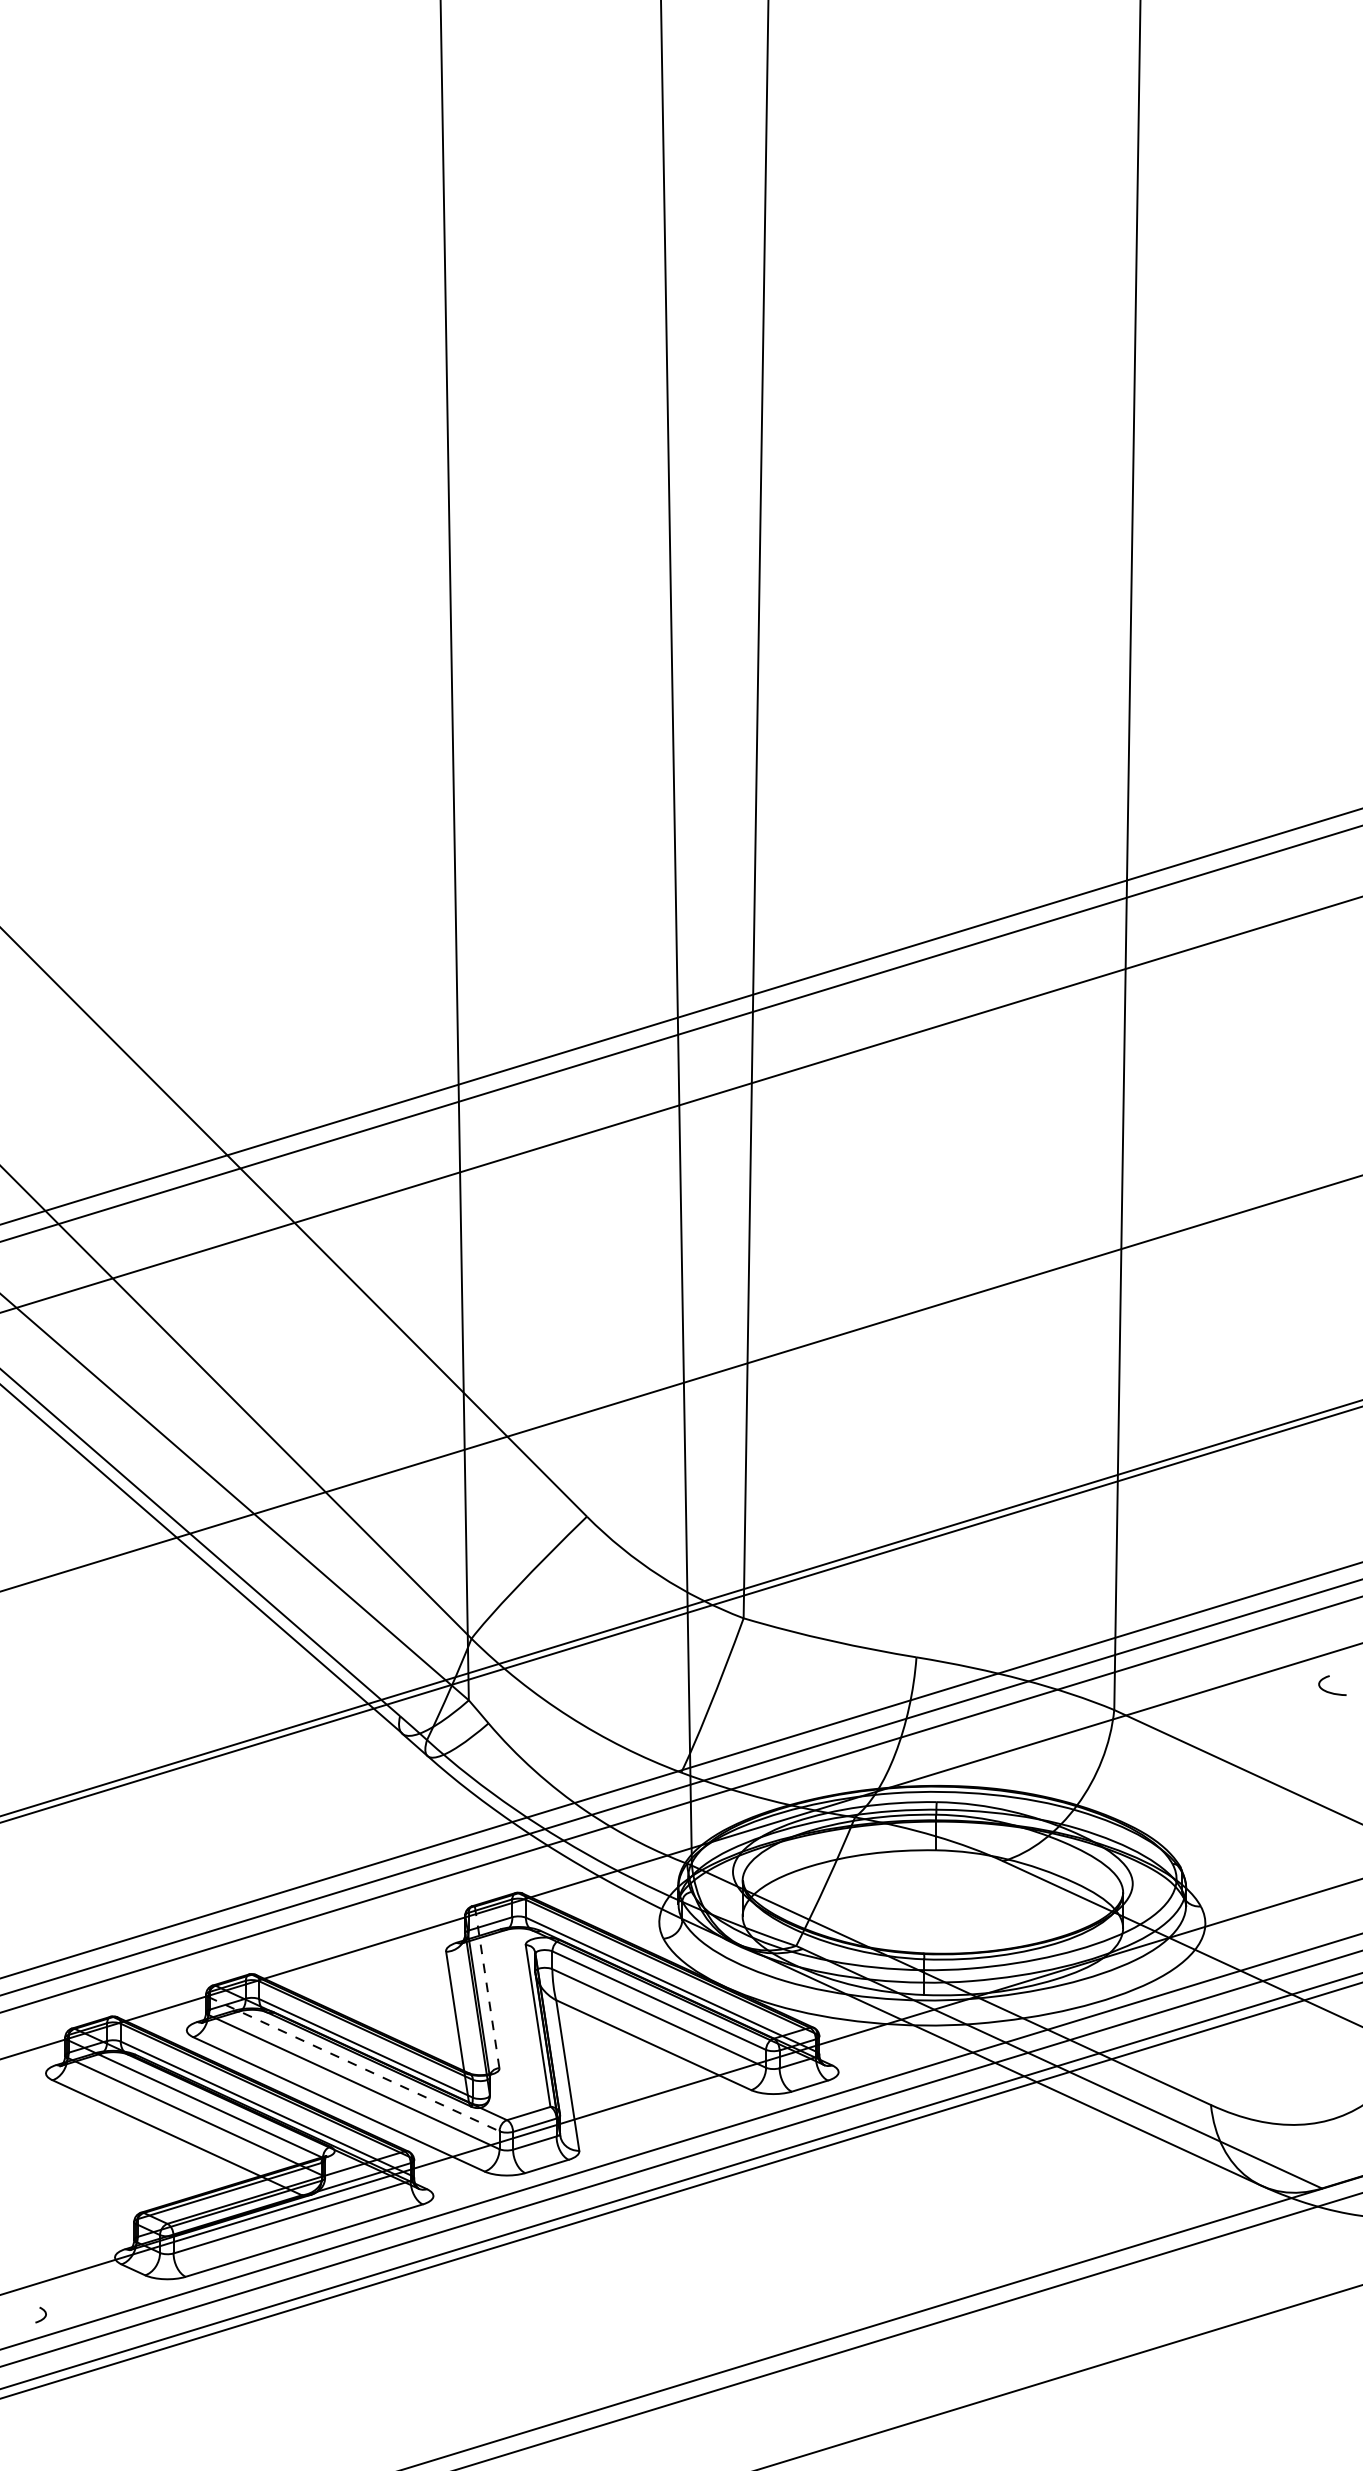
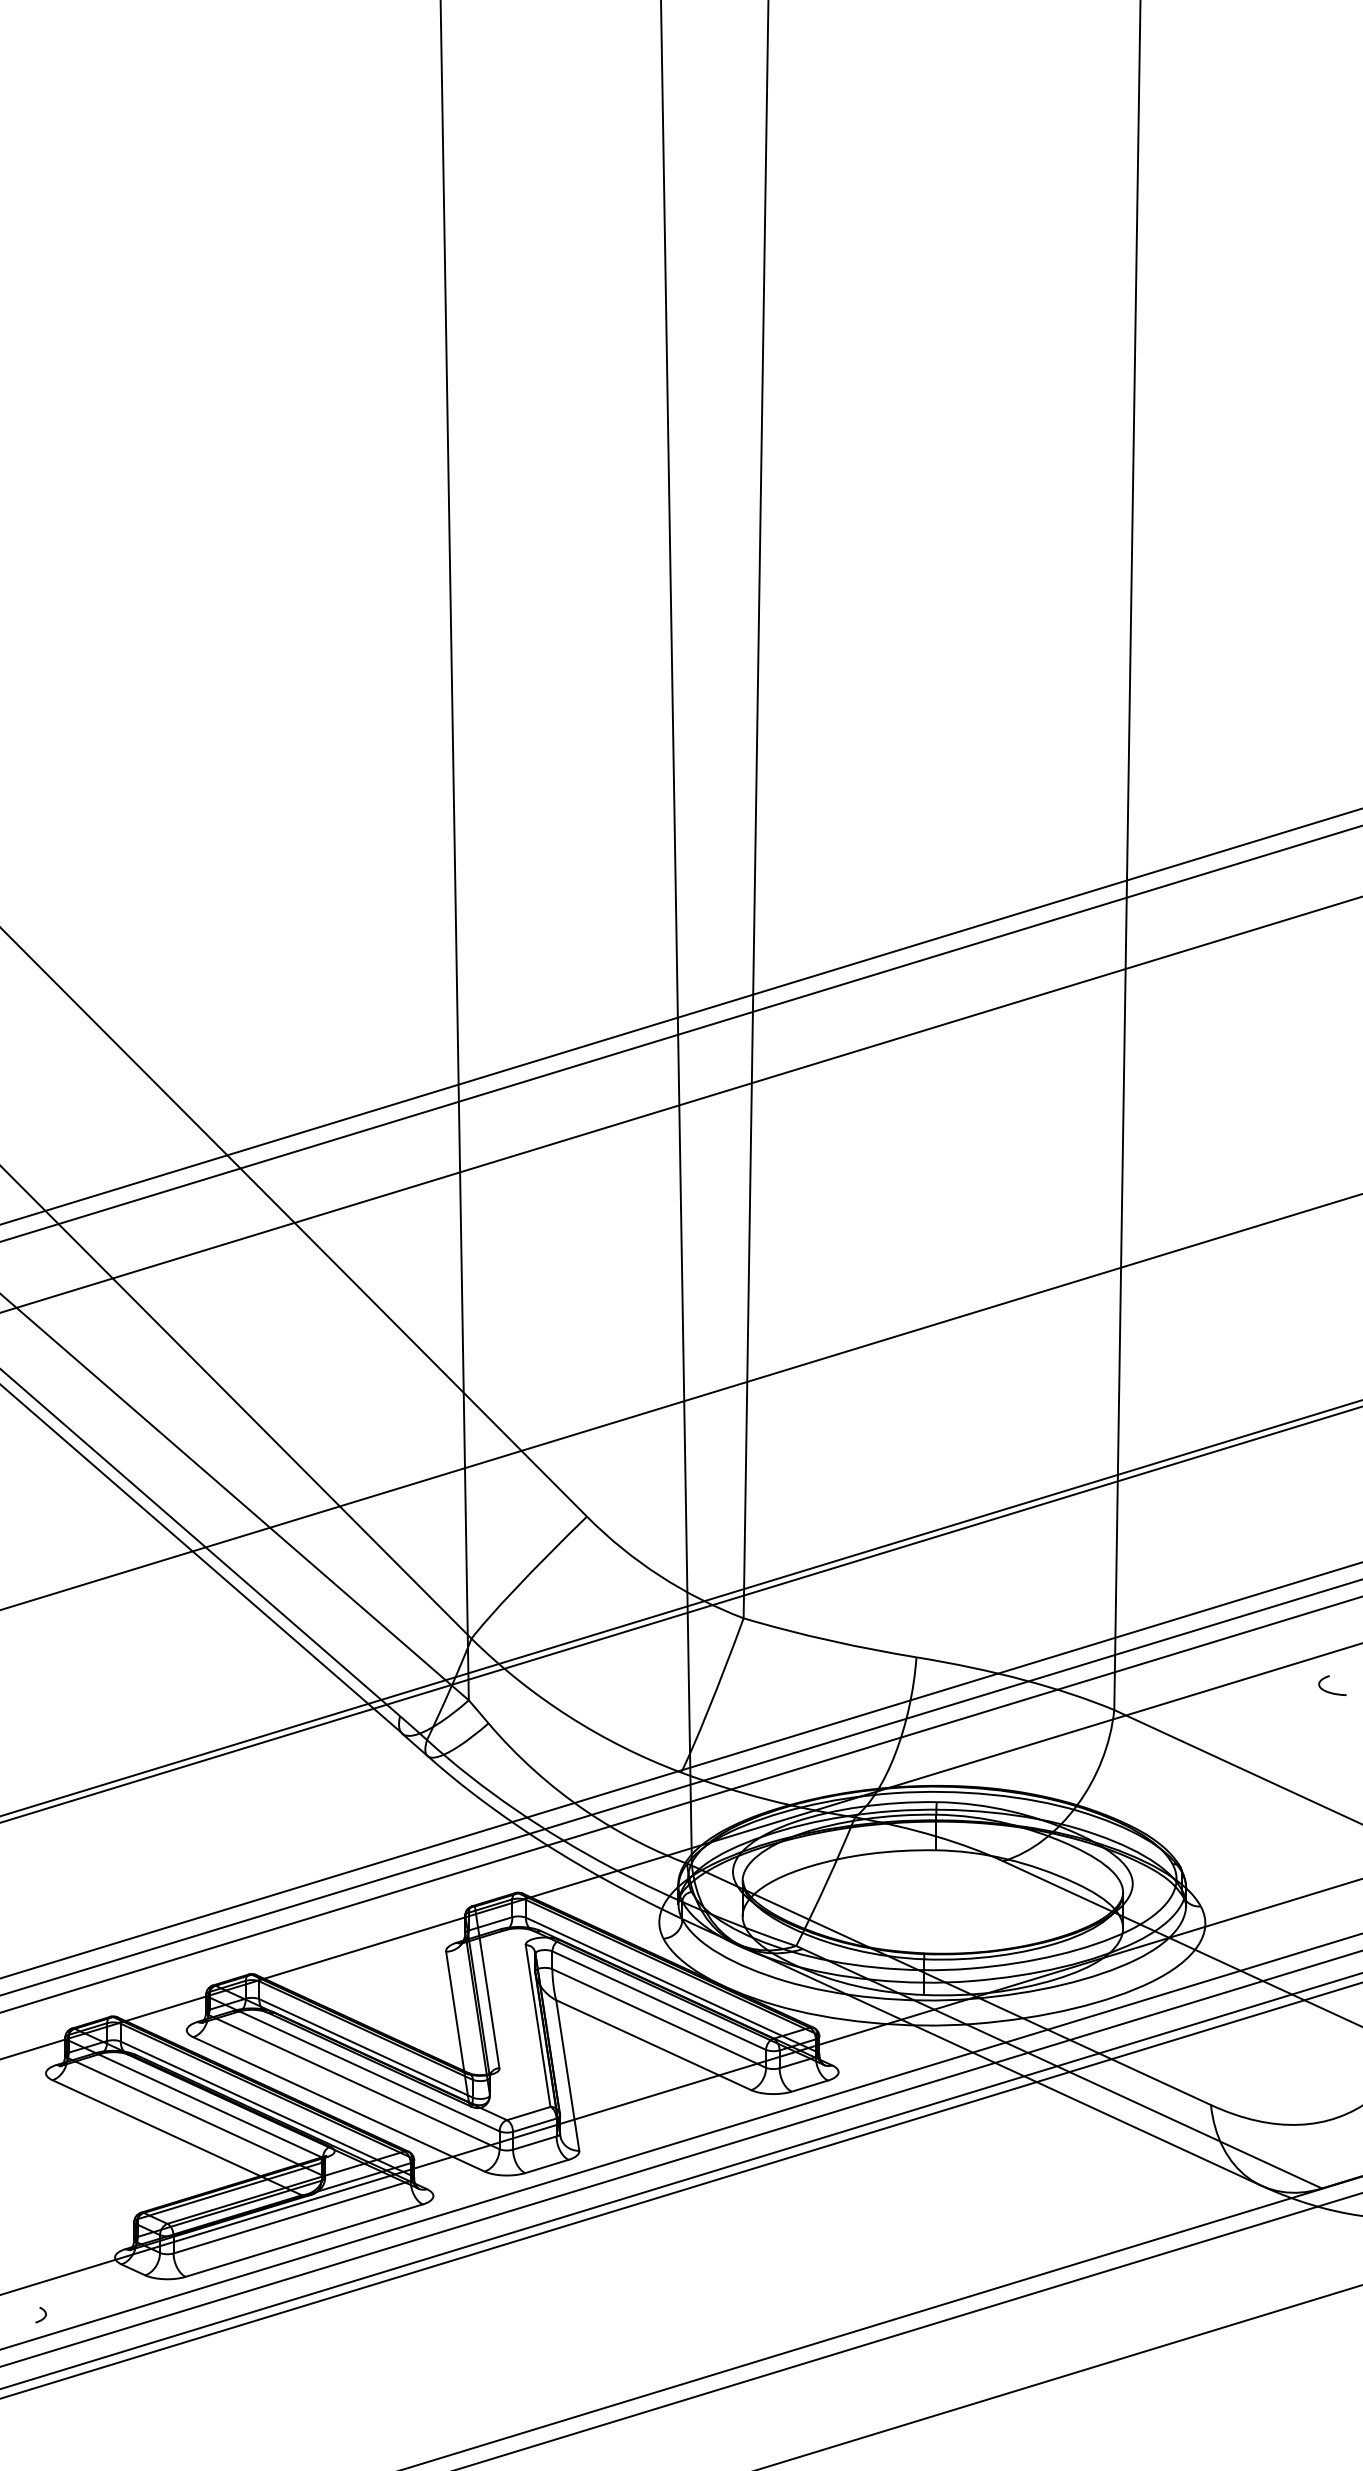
line at (680, 1383) position: (680, 1383) -> (680, 1401)
line at (487, 1987): dashed -> solid
line at (354, 2064): dashed -> solid
